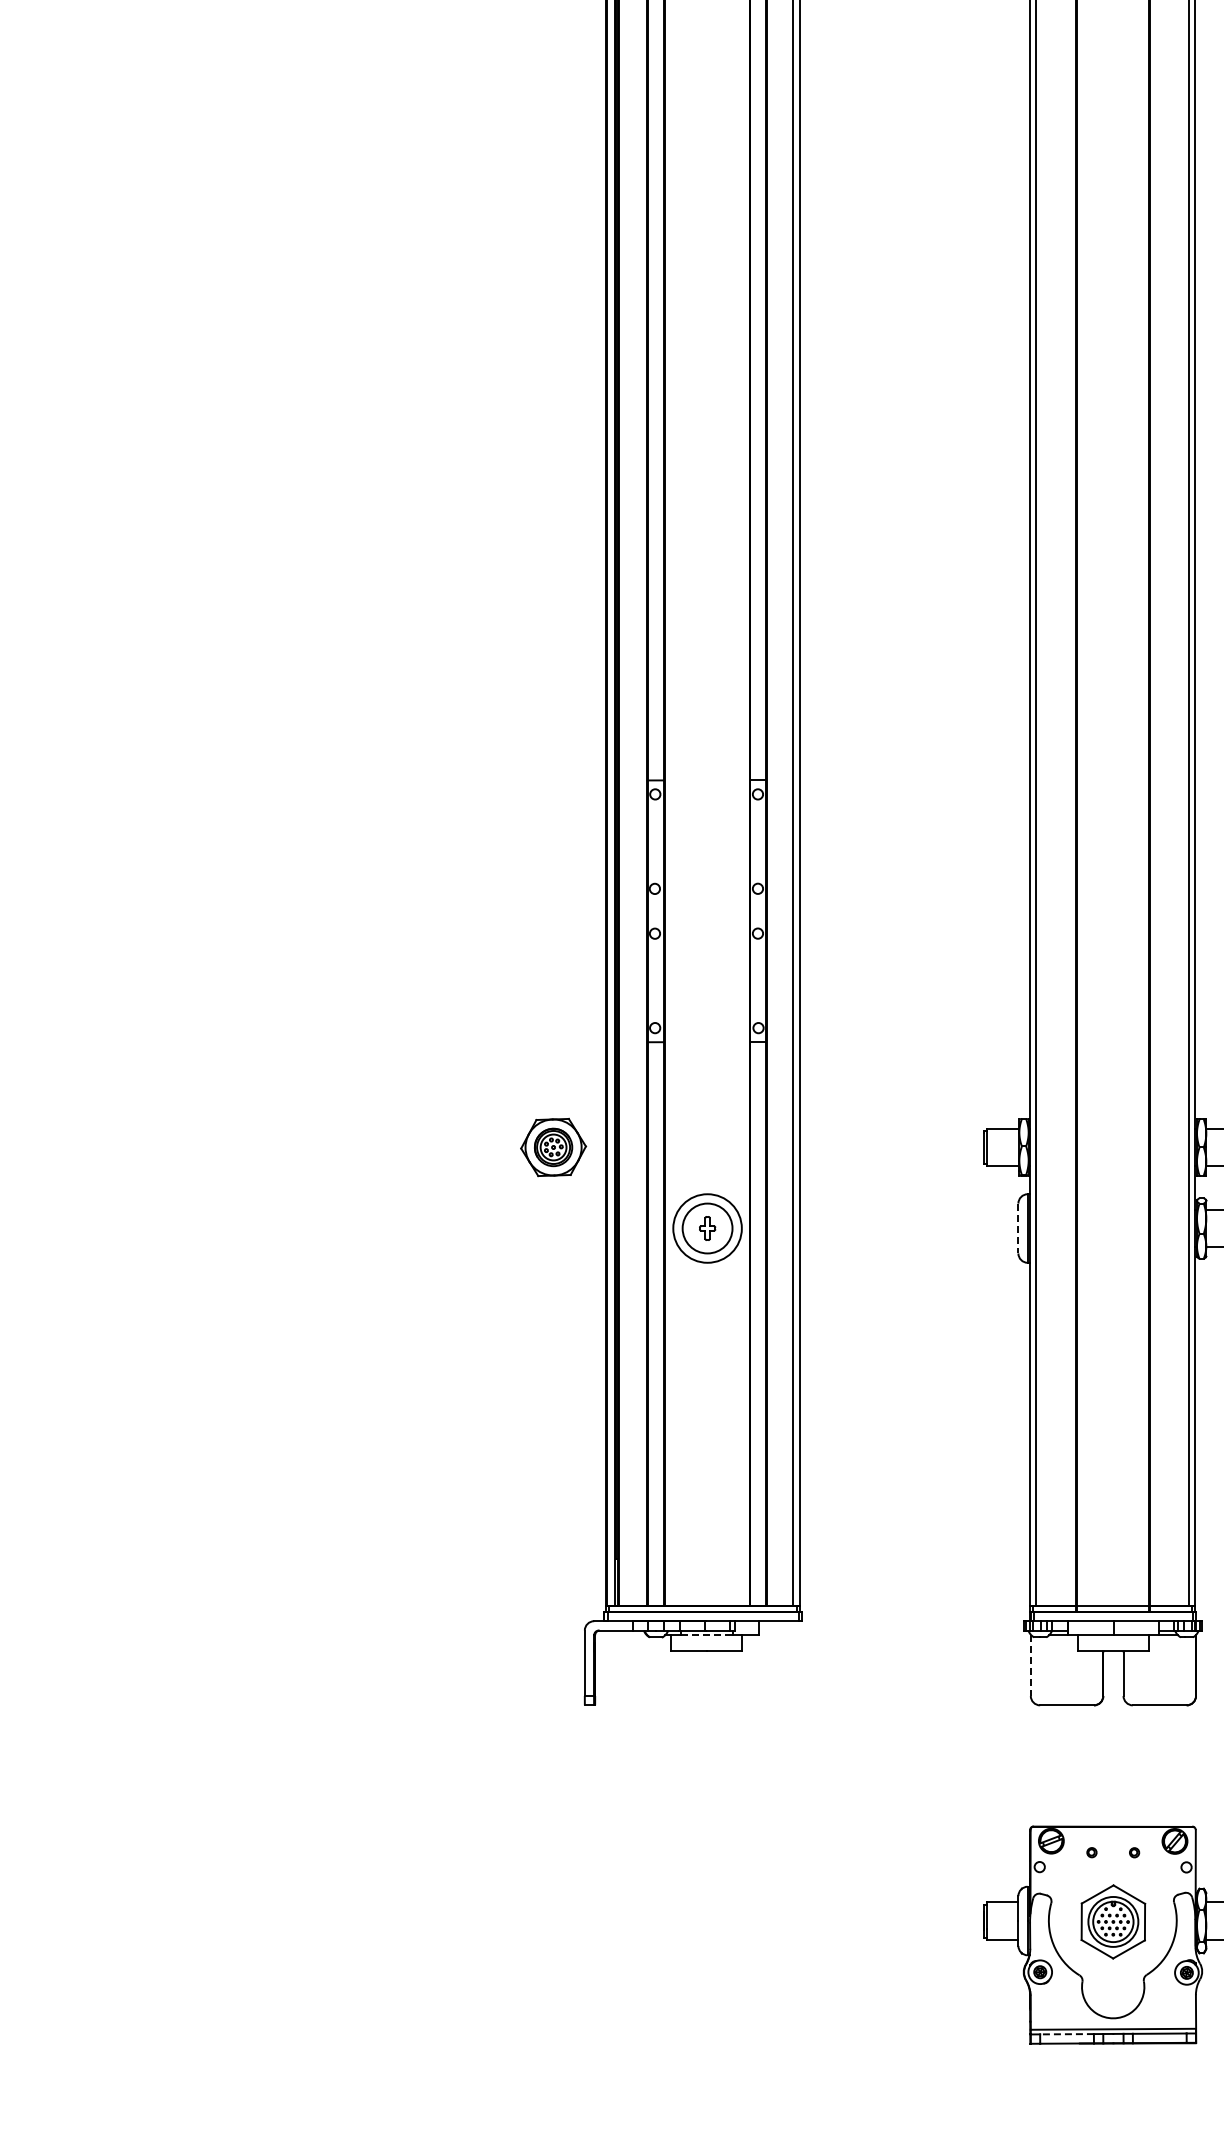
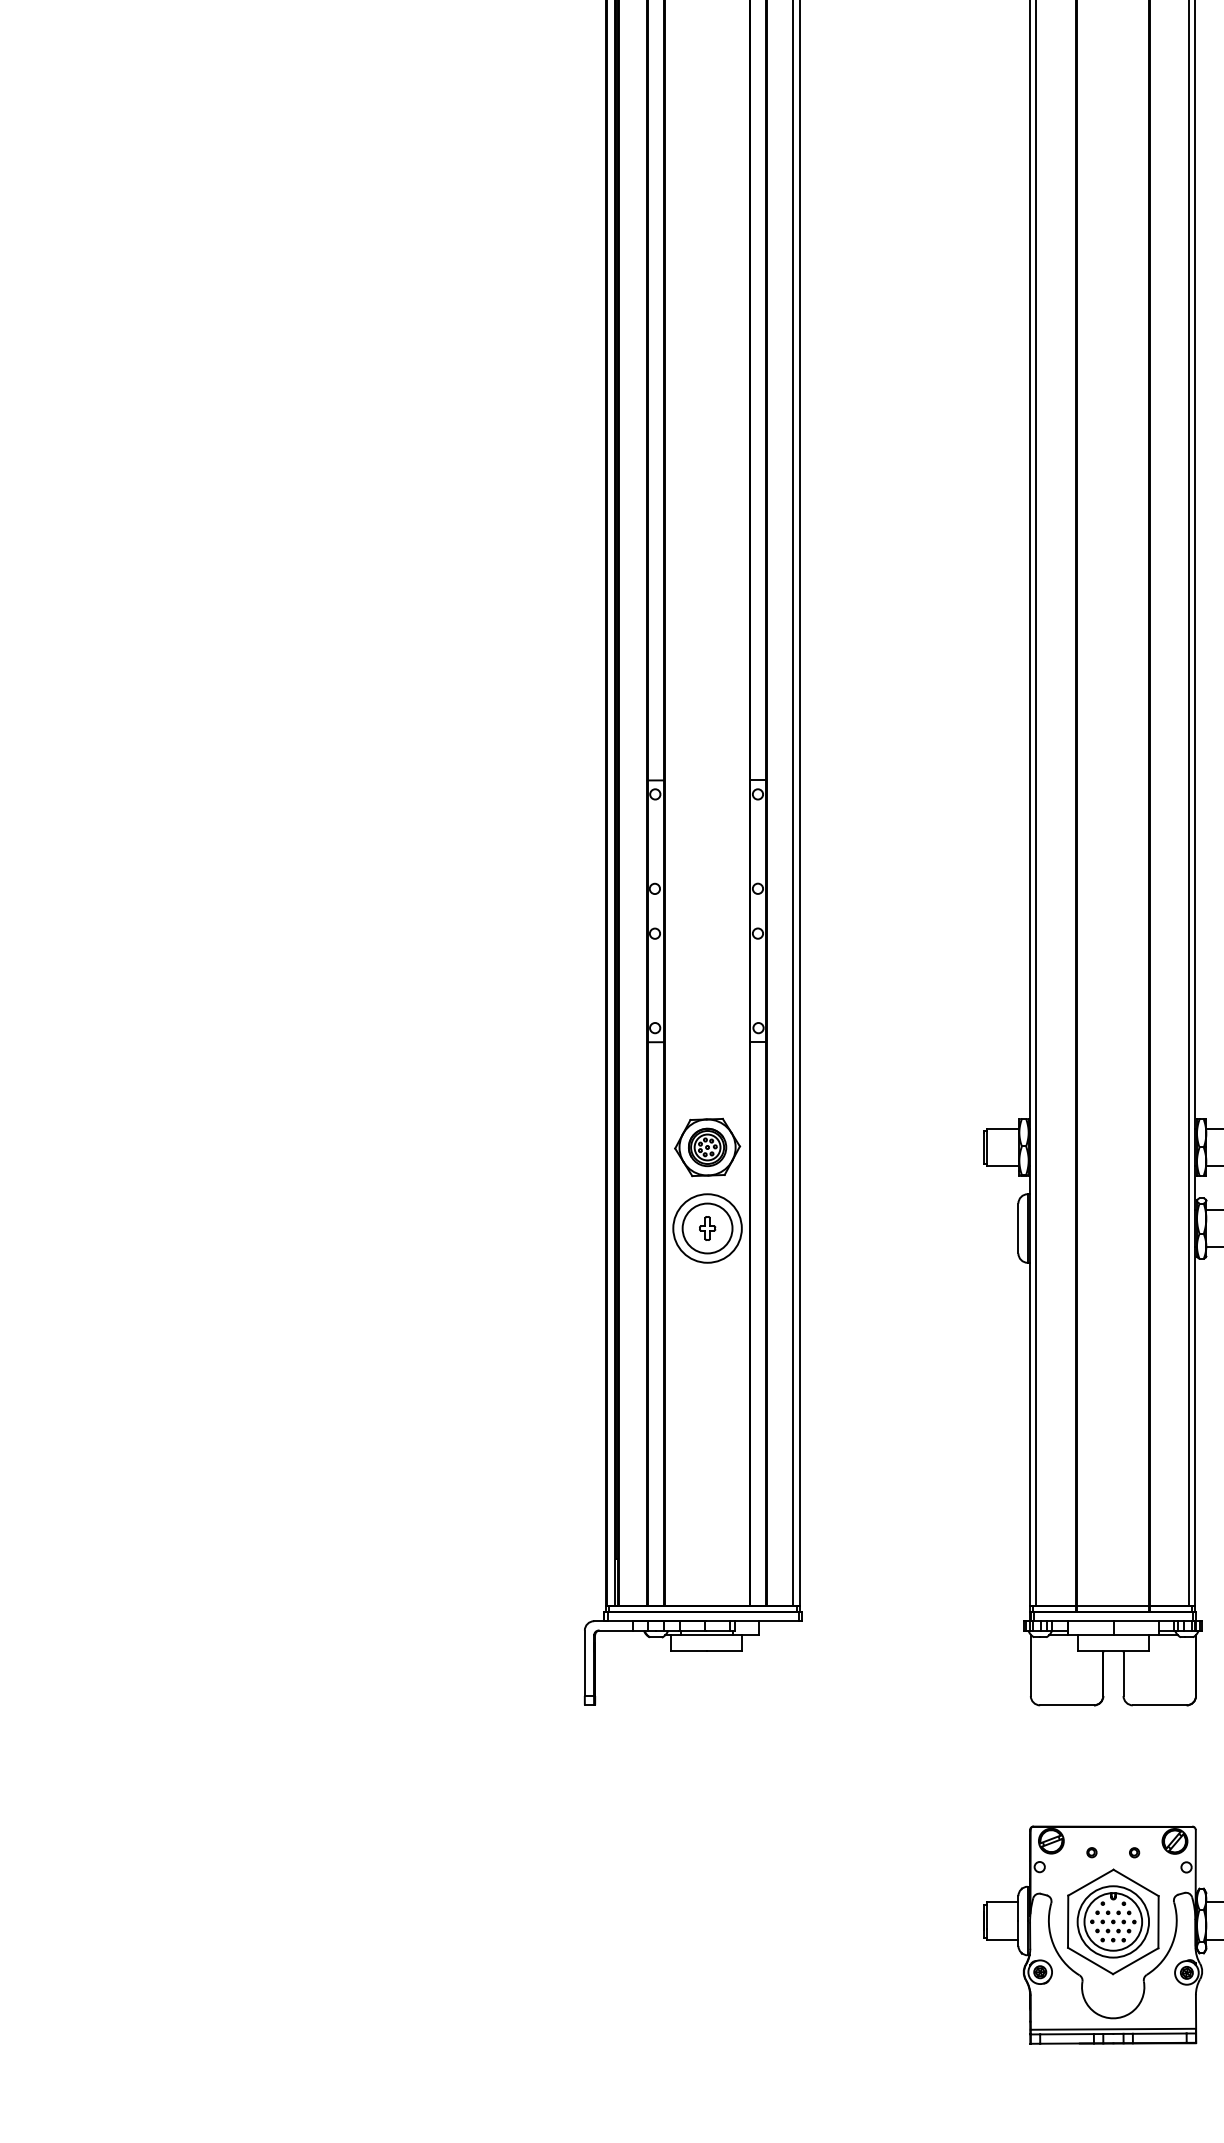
part at (553, 1147) position: (553, 1147) -> (707, 1147)
line at (1018, 1228): dashed -> solid
line at (707, 1635): dashed -> solid
line at (1030, 1666): dashed -> solid
part at (1113, 1921) size: 67x76 px -> 93x108 px
line at (1067, 2034): dashed -> solid
